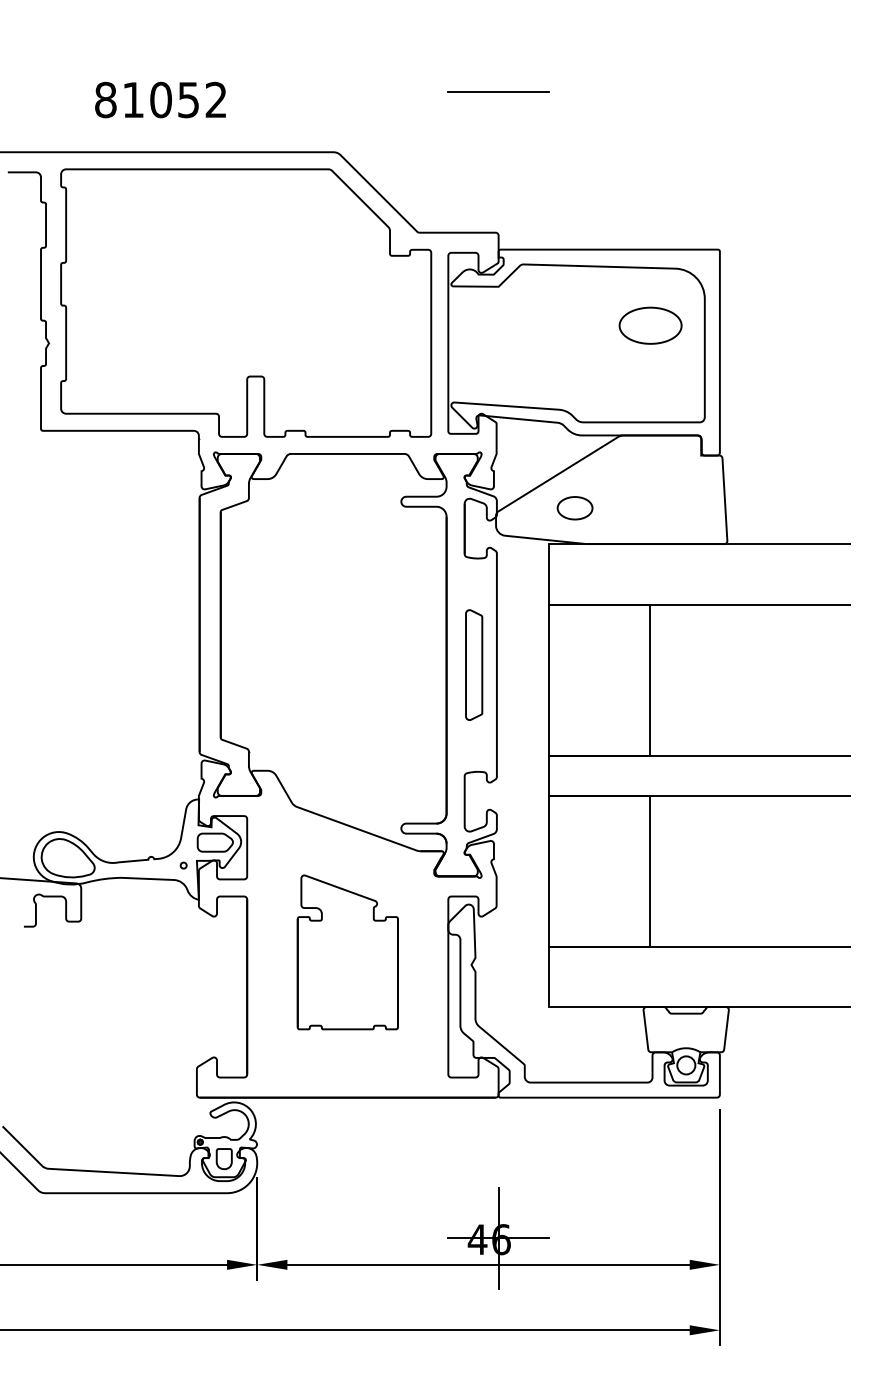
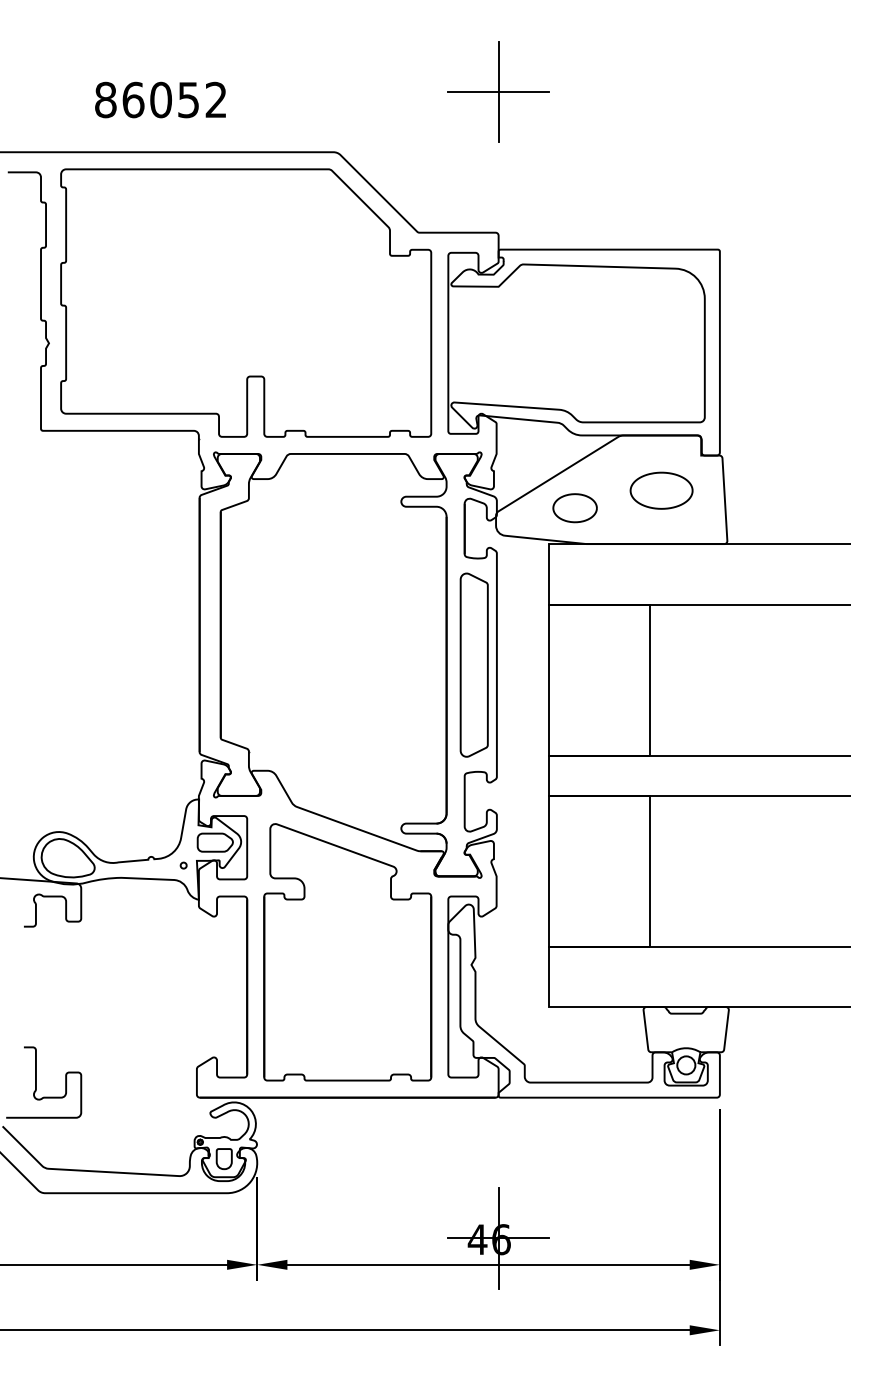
line at (498, 91): none -> present
text at (133, 99): 81052 -> 86052
part at (650, 325) position: (650, 325) -> (661, 490)
part at (574, 508) size: 38x25 px -> 46x31 px
part at (474, 664) size: 19x112 px -> 30x186 px
part at (347, 952) size: 103x157 px -> 170x259 px
curve at (36, 1082): none -> present
